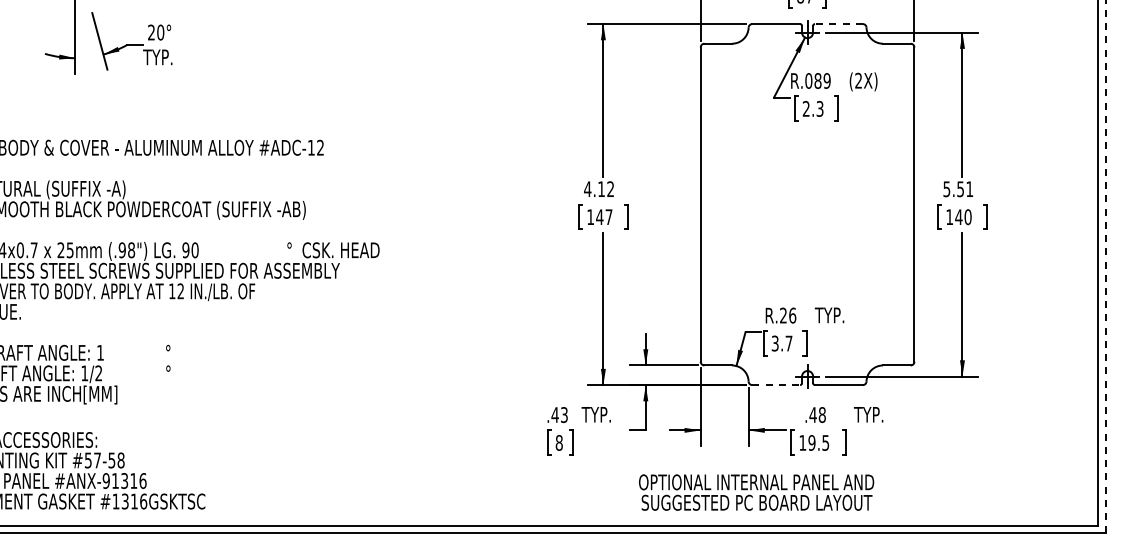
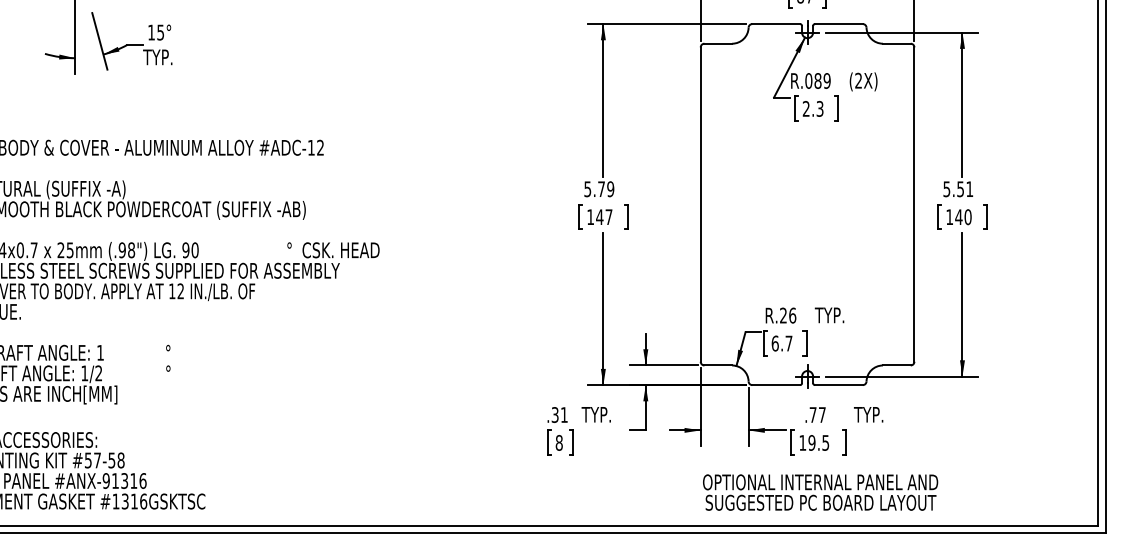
line at (838, 24): dashed -> solid
text at (156, 32): 20° -> 15°
text at (599, 189): 4.12 -> 5.79
line at (1105, 266): dashed -> solid
text at (774, 343): 3.7 -> 6.7
line at (776, 385): dashed -> solid
text at (817, 414): .48 -> .77
text at (559, 415): .43 -> .31
text at (756, 492) position: (756, 492) -> (820, 492)
